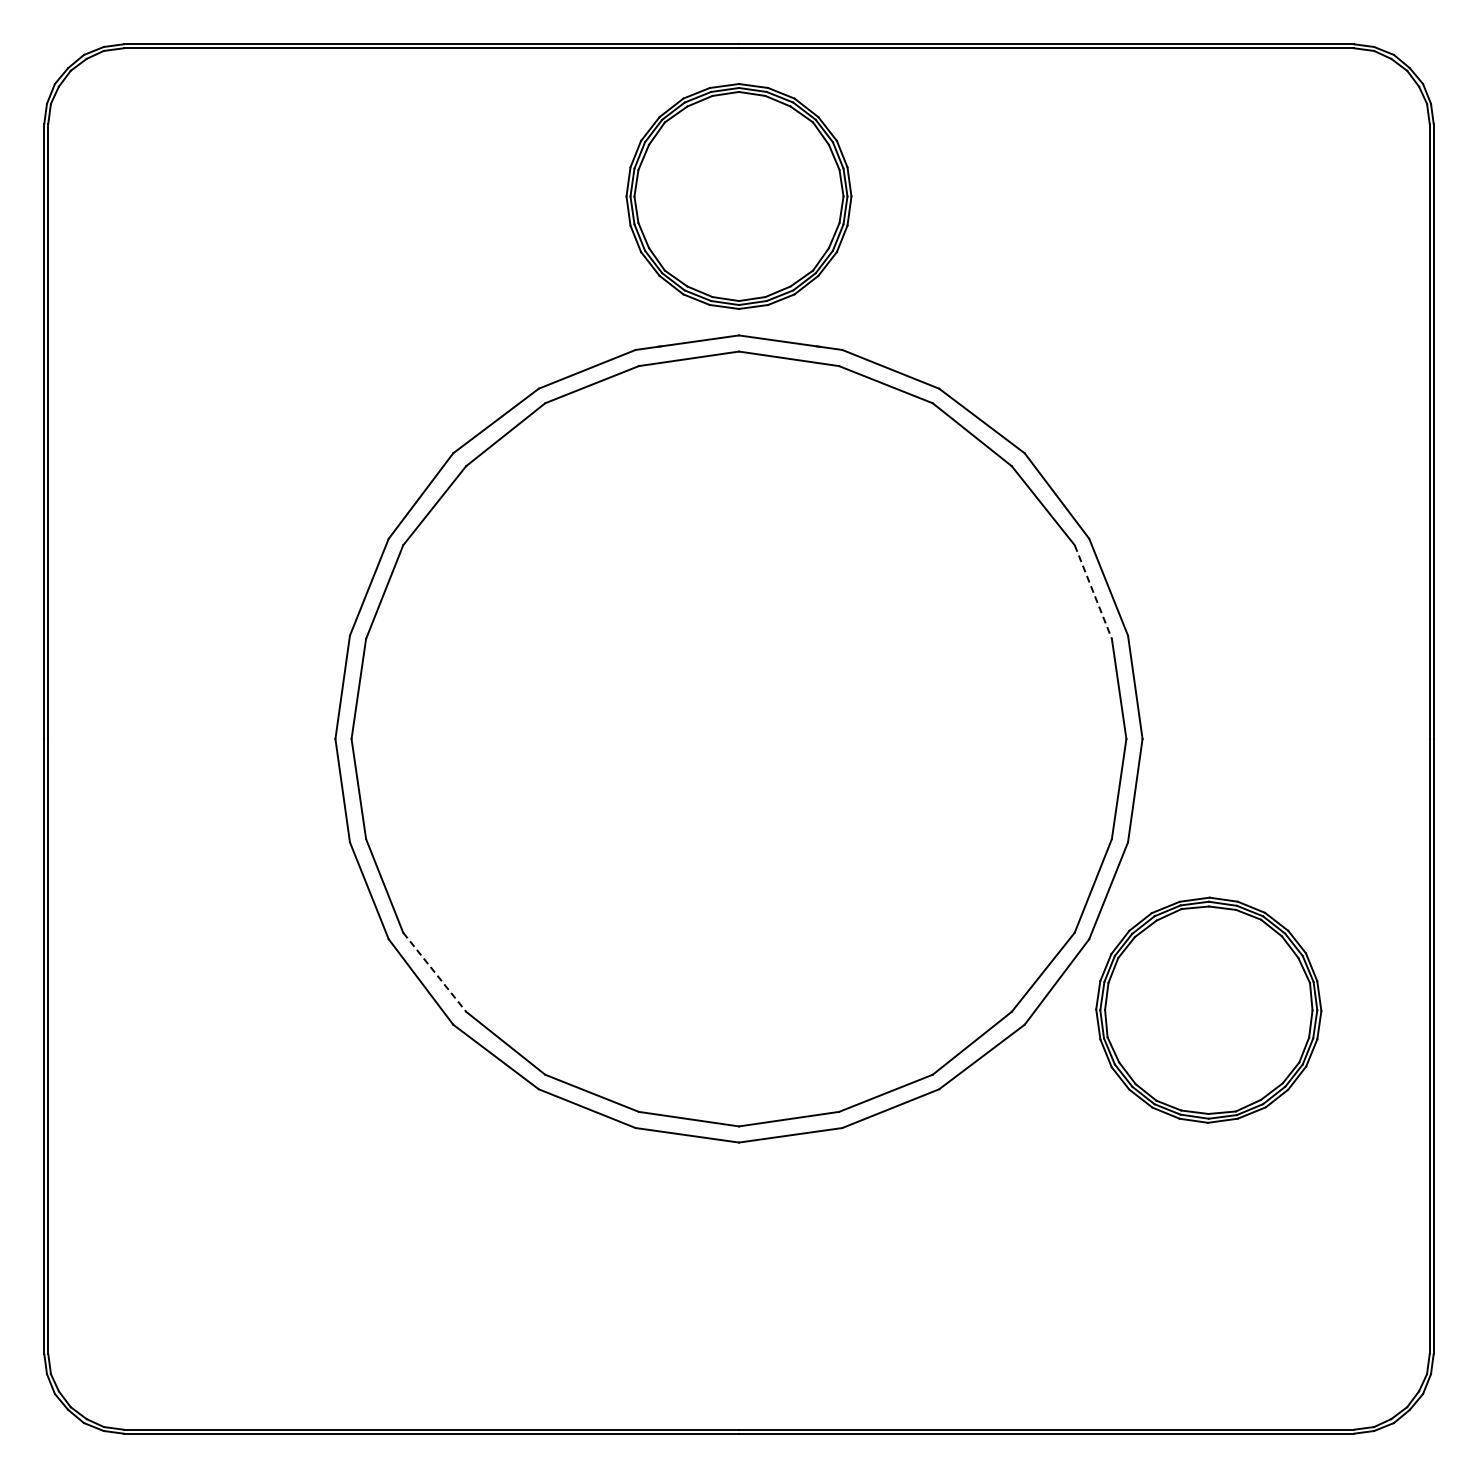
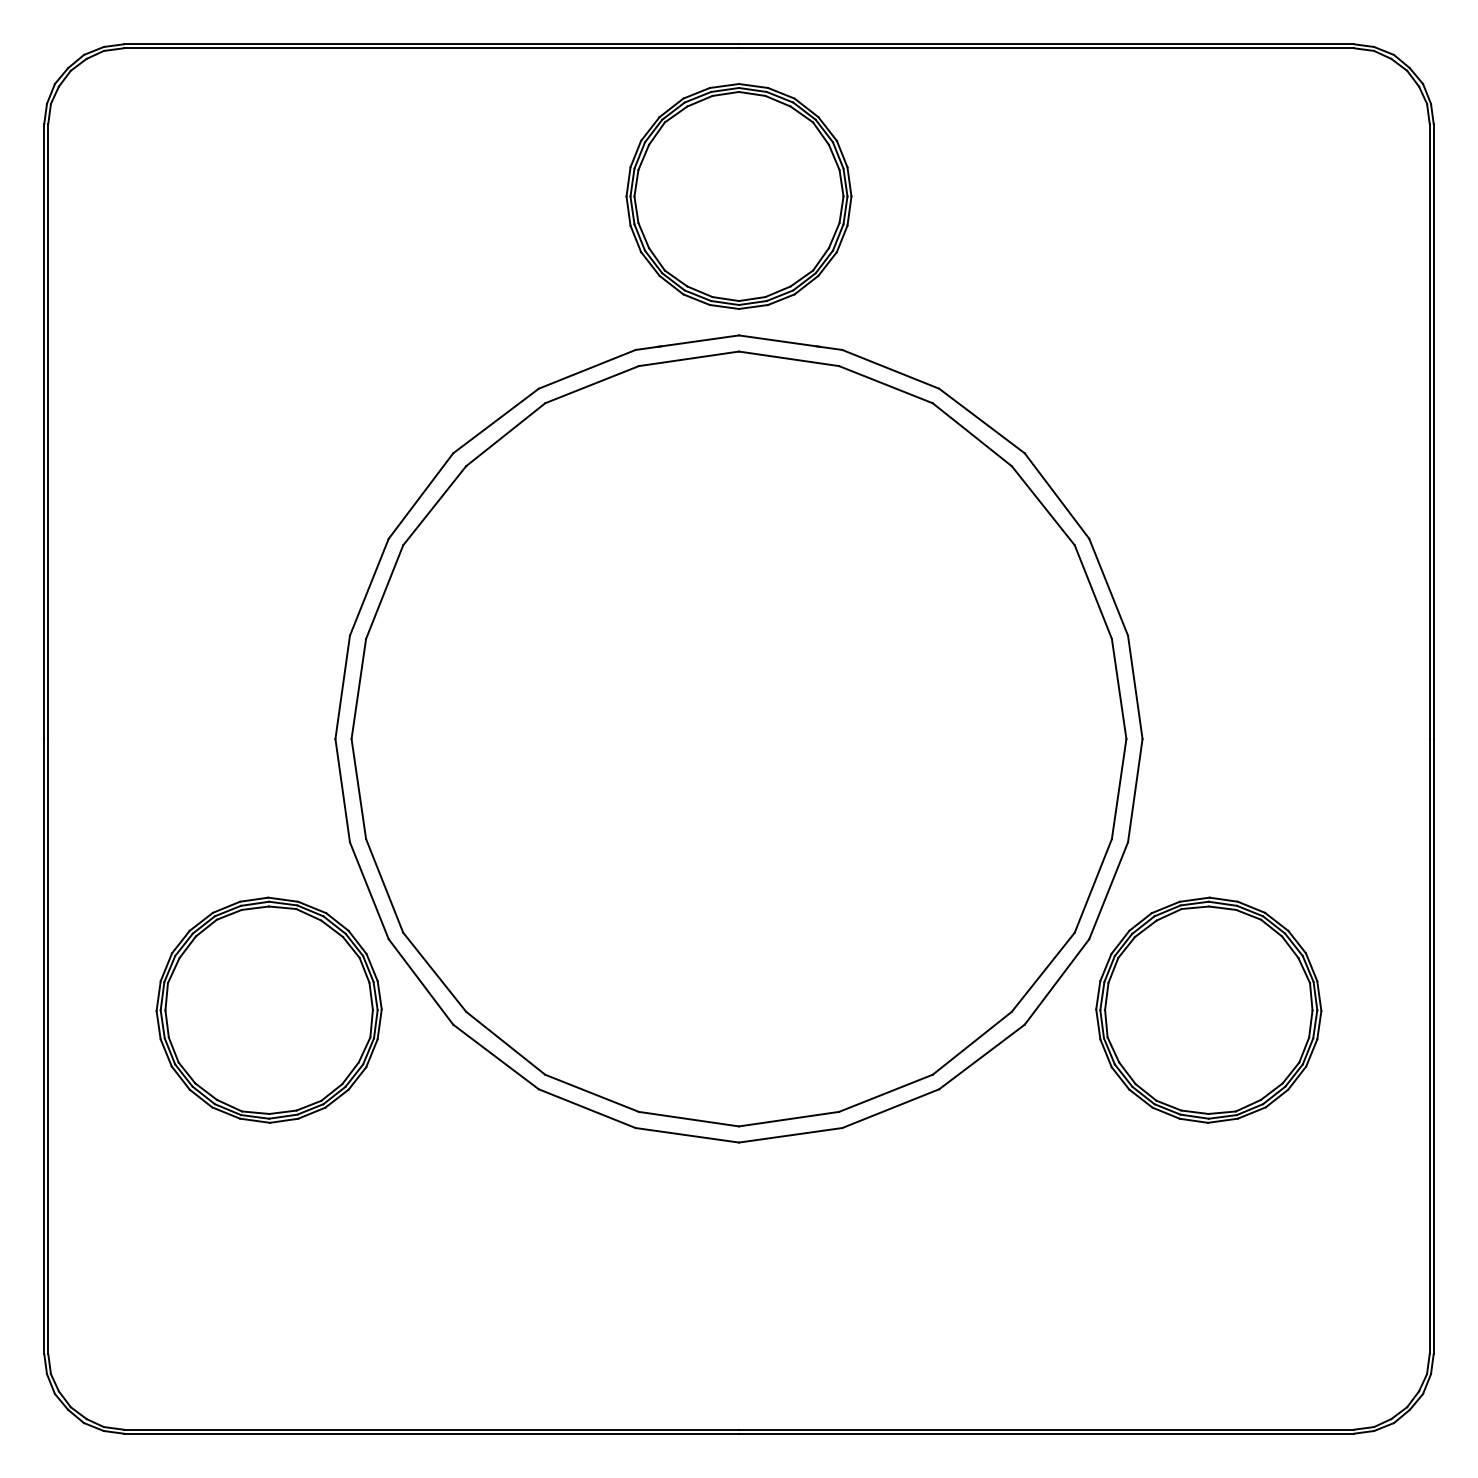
line at (1093, 592): dashed -> solid
line at (434, 972): dashed -> solid
part at (268, 1009): none -> present
